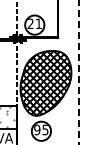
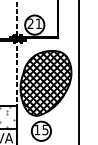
line at (78, 72): dashed -> solid
text at (37, 129): 95 -> 15
